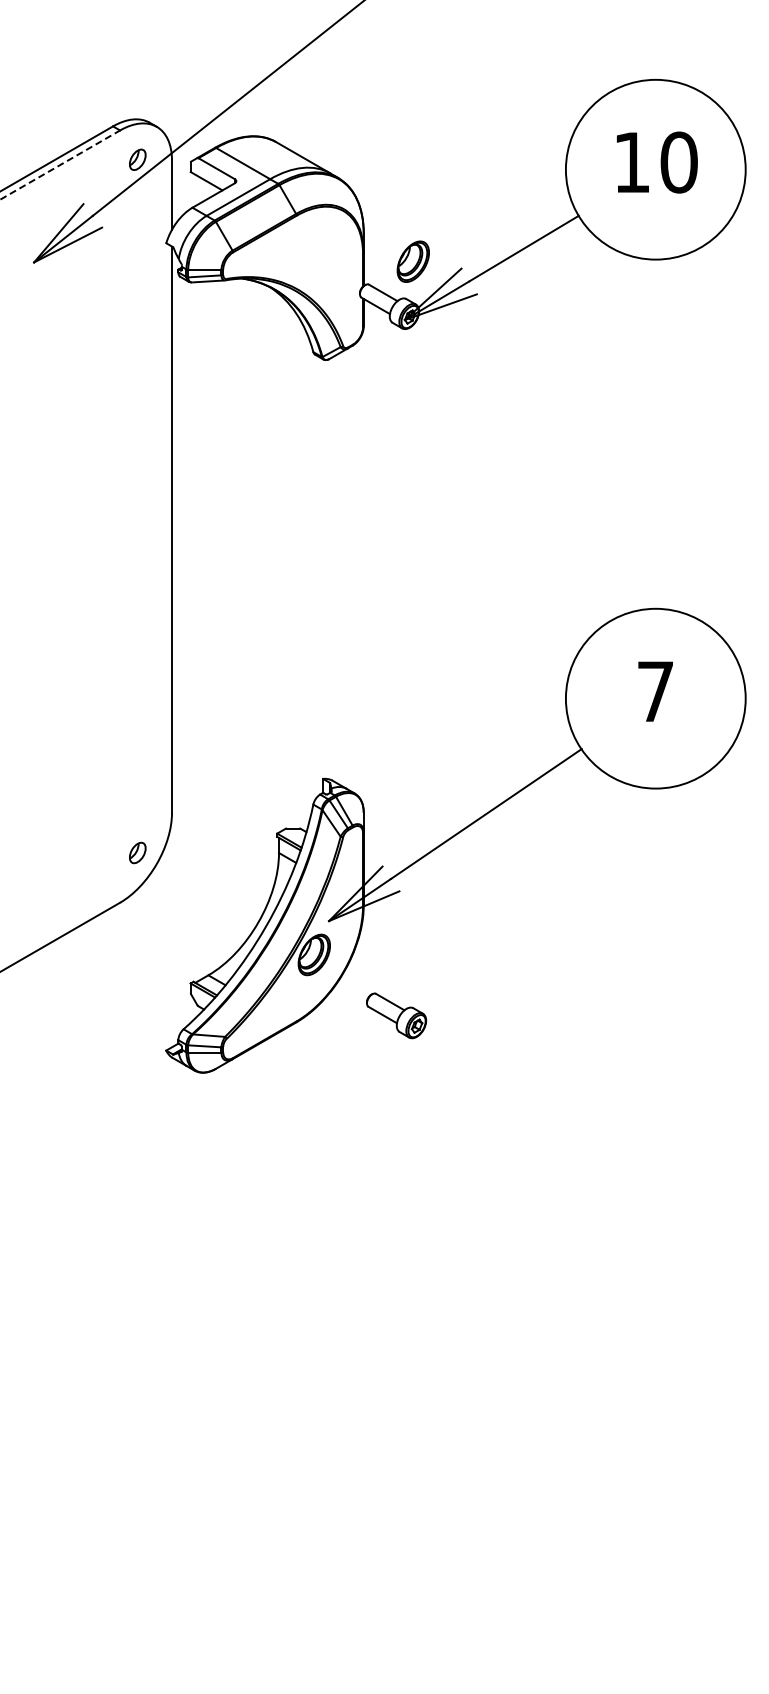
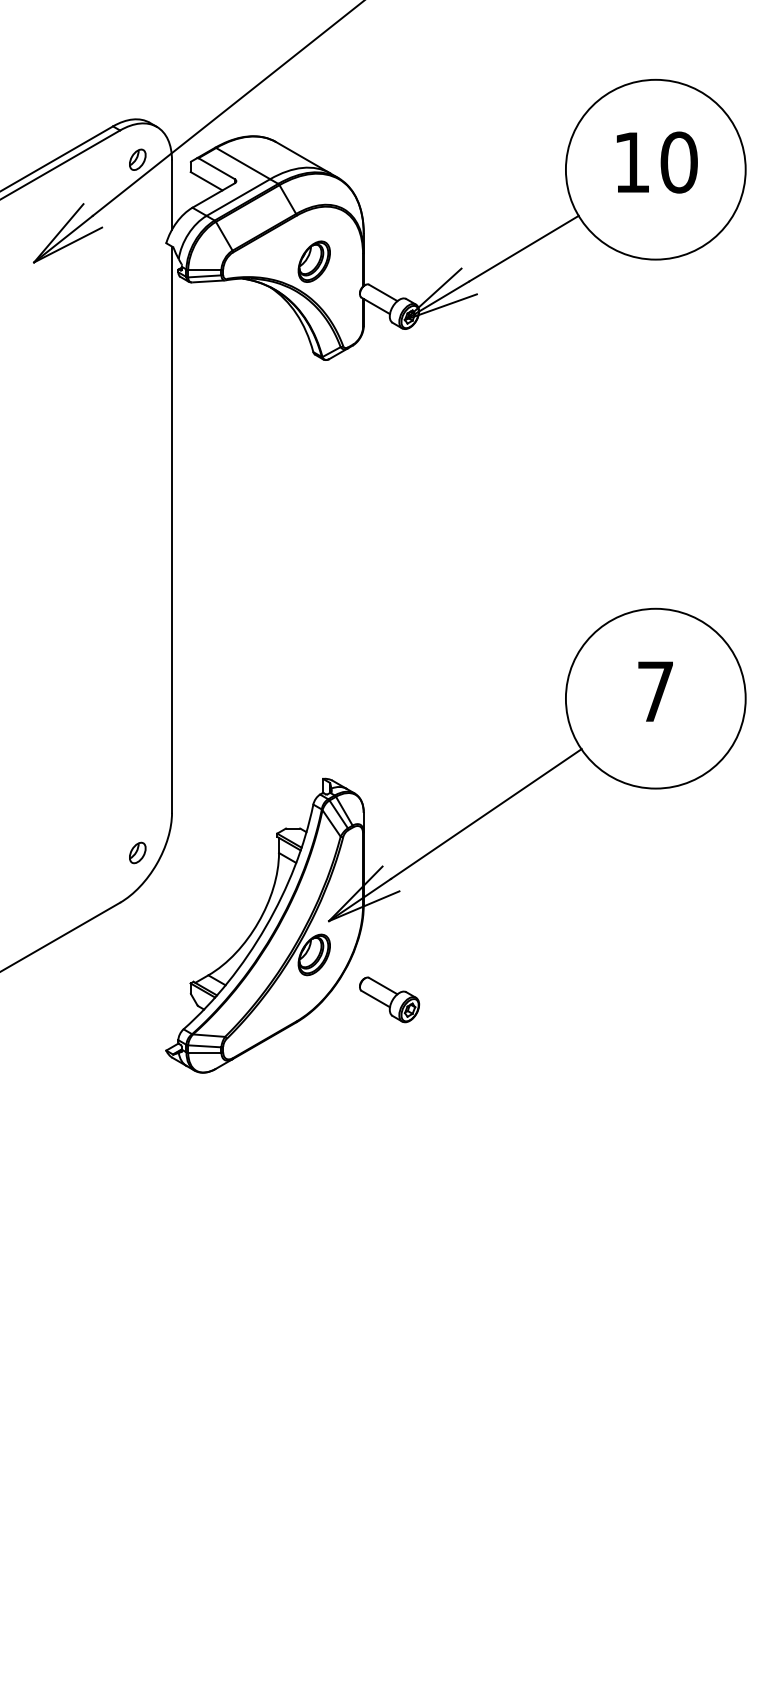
line at (60, 164): dashed -> solid
part at (412, 261) position: (412, 261) -> (313, 261)
part at (396, 1015) position: (396, 1015) -> (389, 999)
